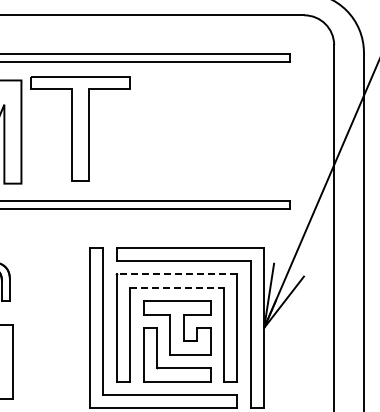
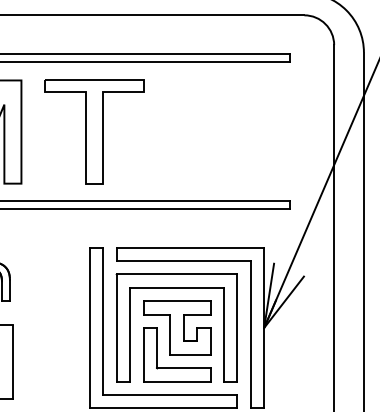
part at (80, 128) position: (80, 128) -> (94, 131)
line at (176, 274): dashed -> solid
line at (177, 287): dashed -> solid
